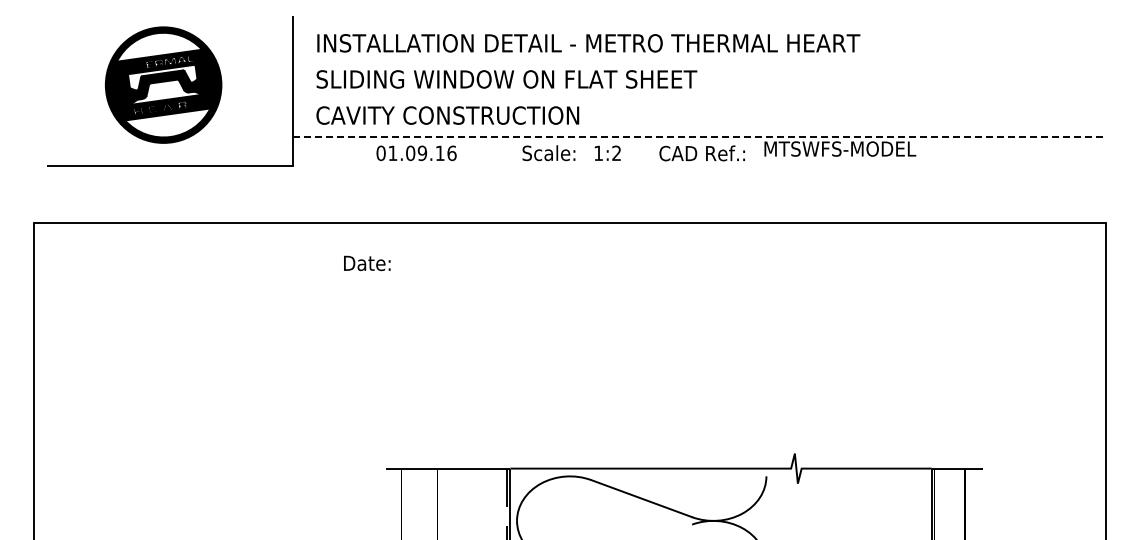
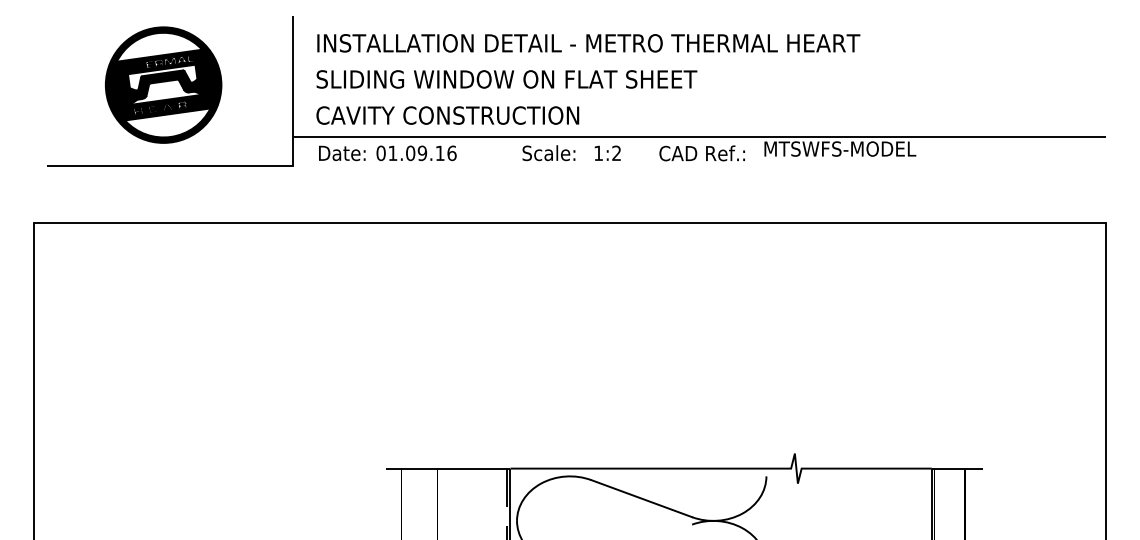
line at (699, 136): dashed -> solid
text at (367, 263) position: (367, 263) -> (342, 153)
